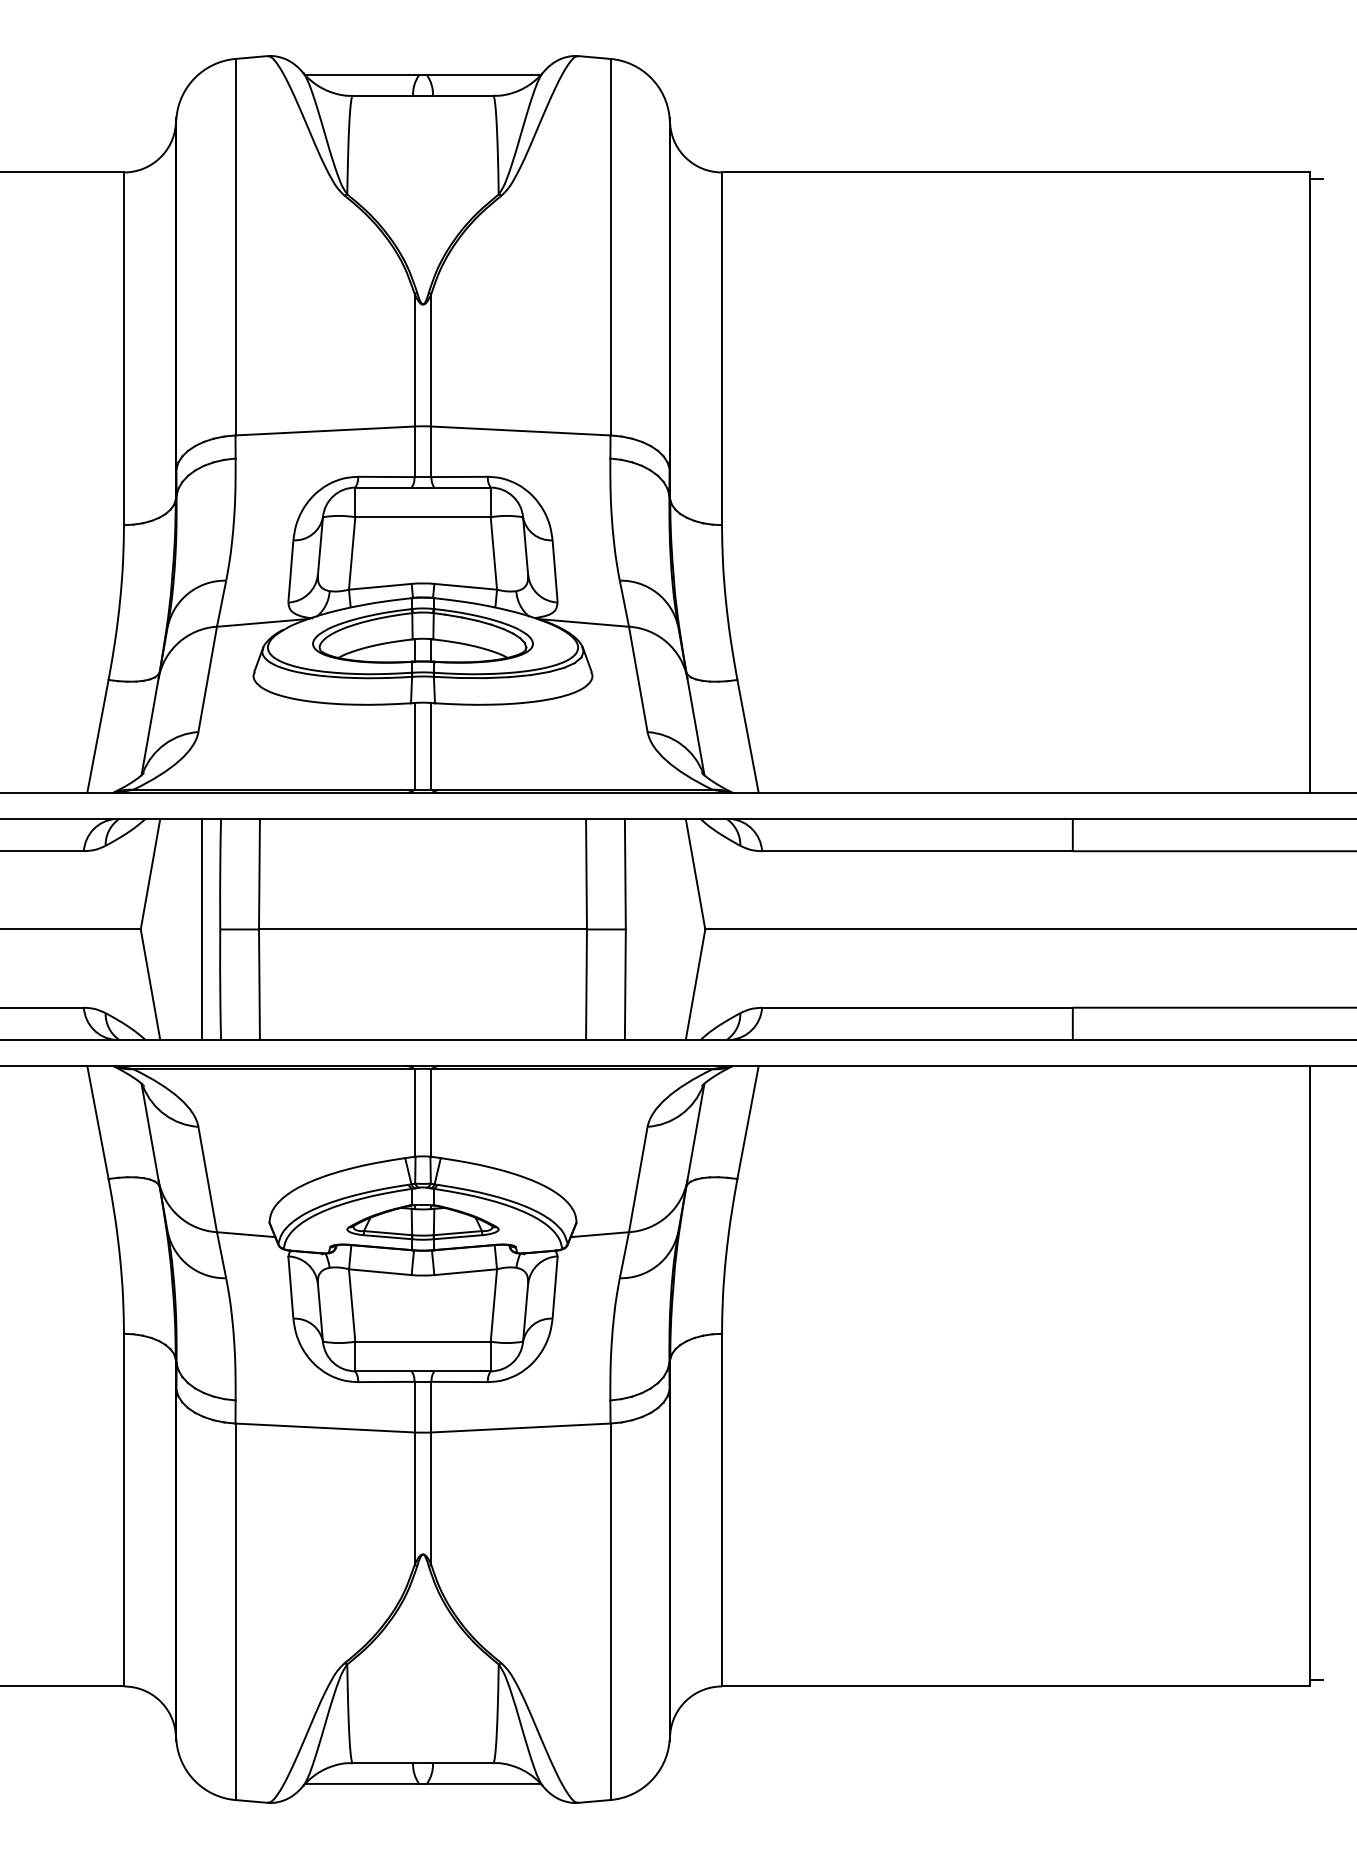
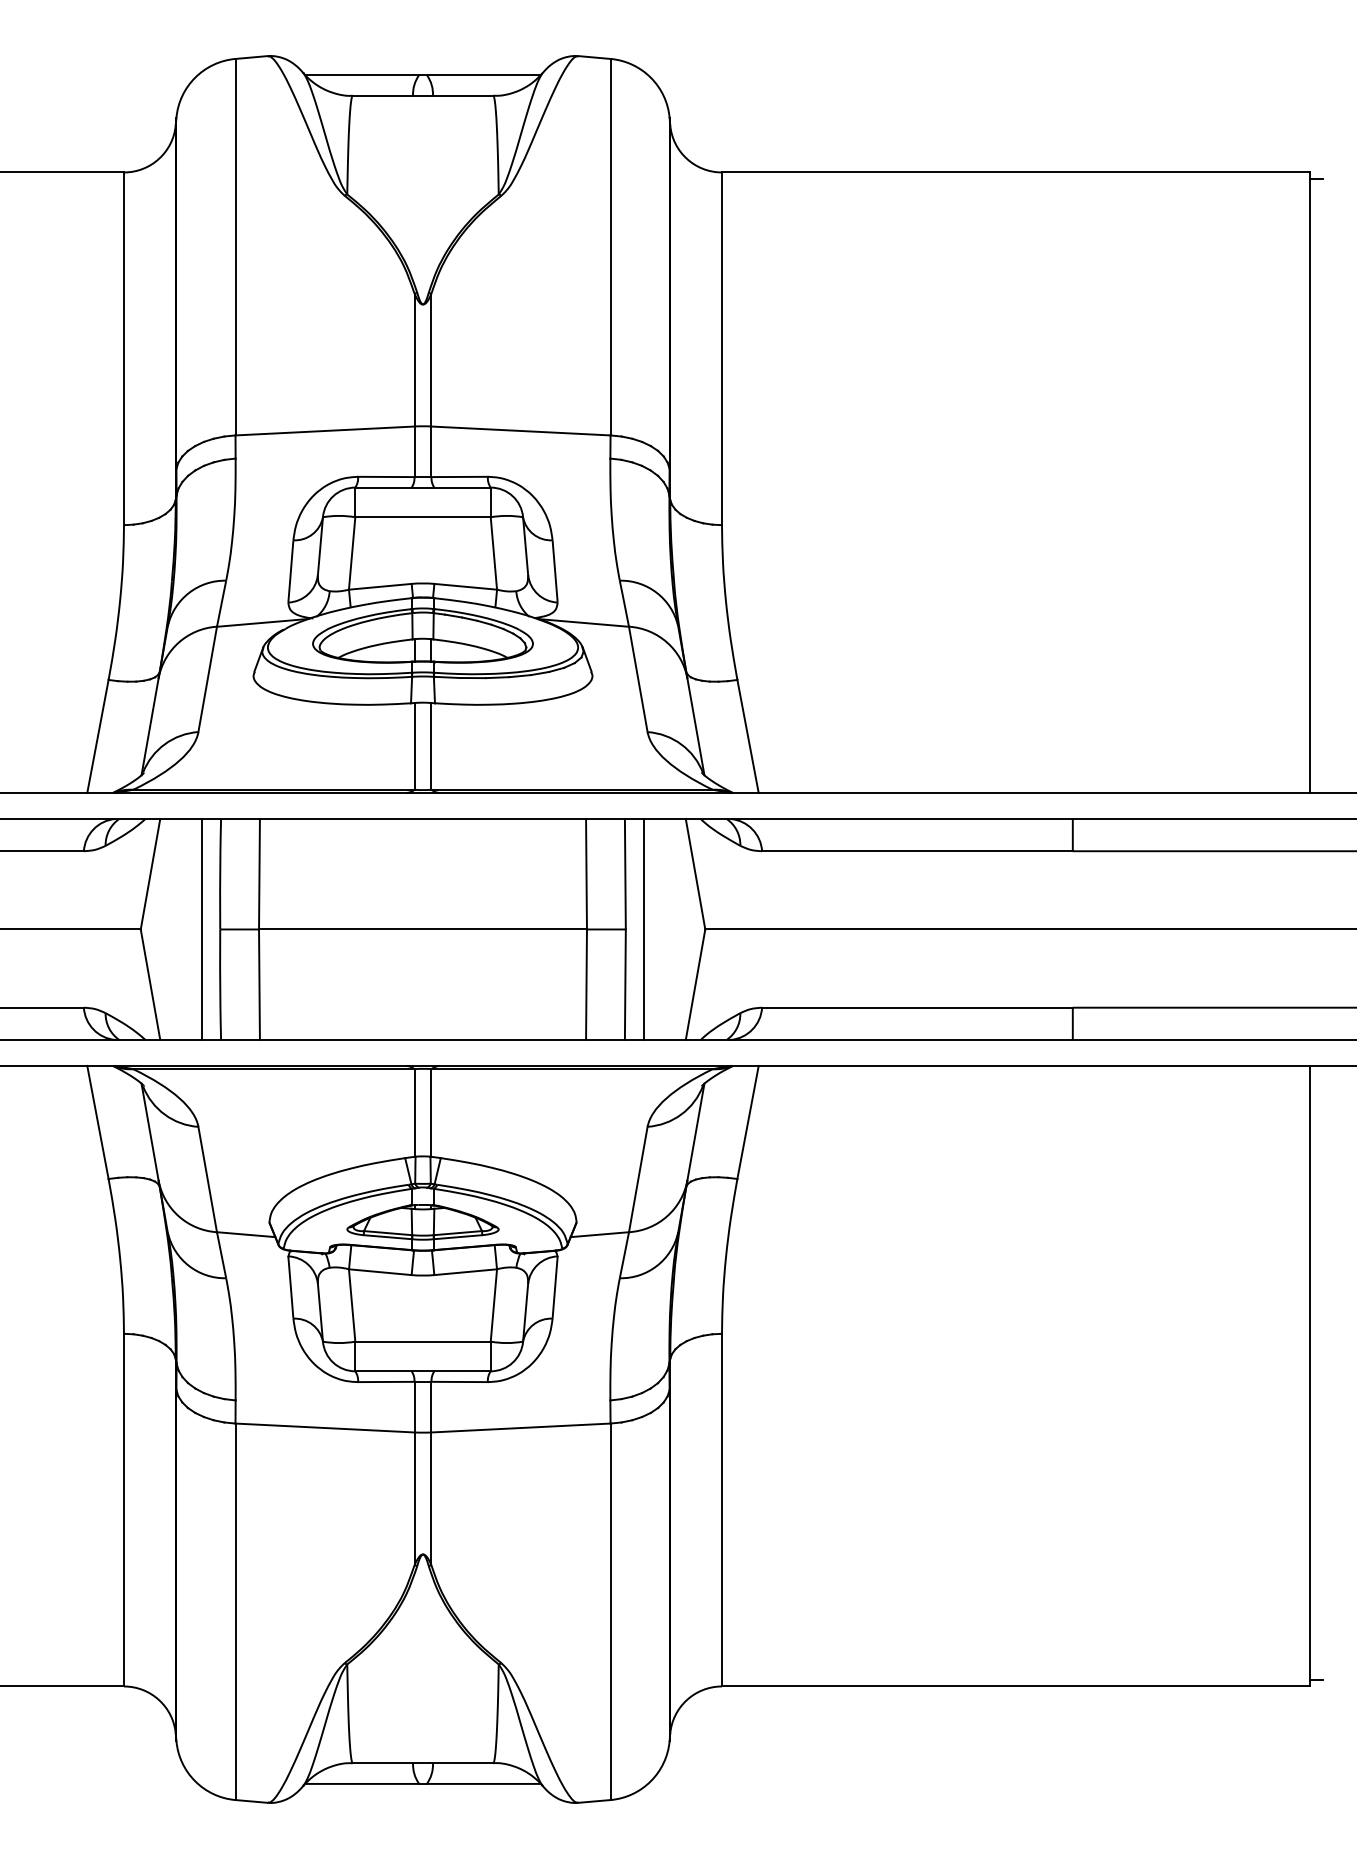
line at (644, 929): none -> present
